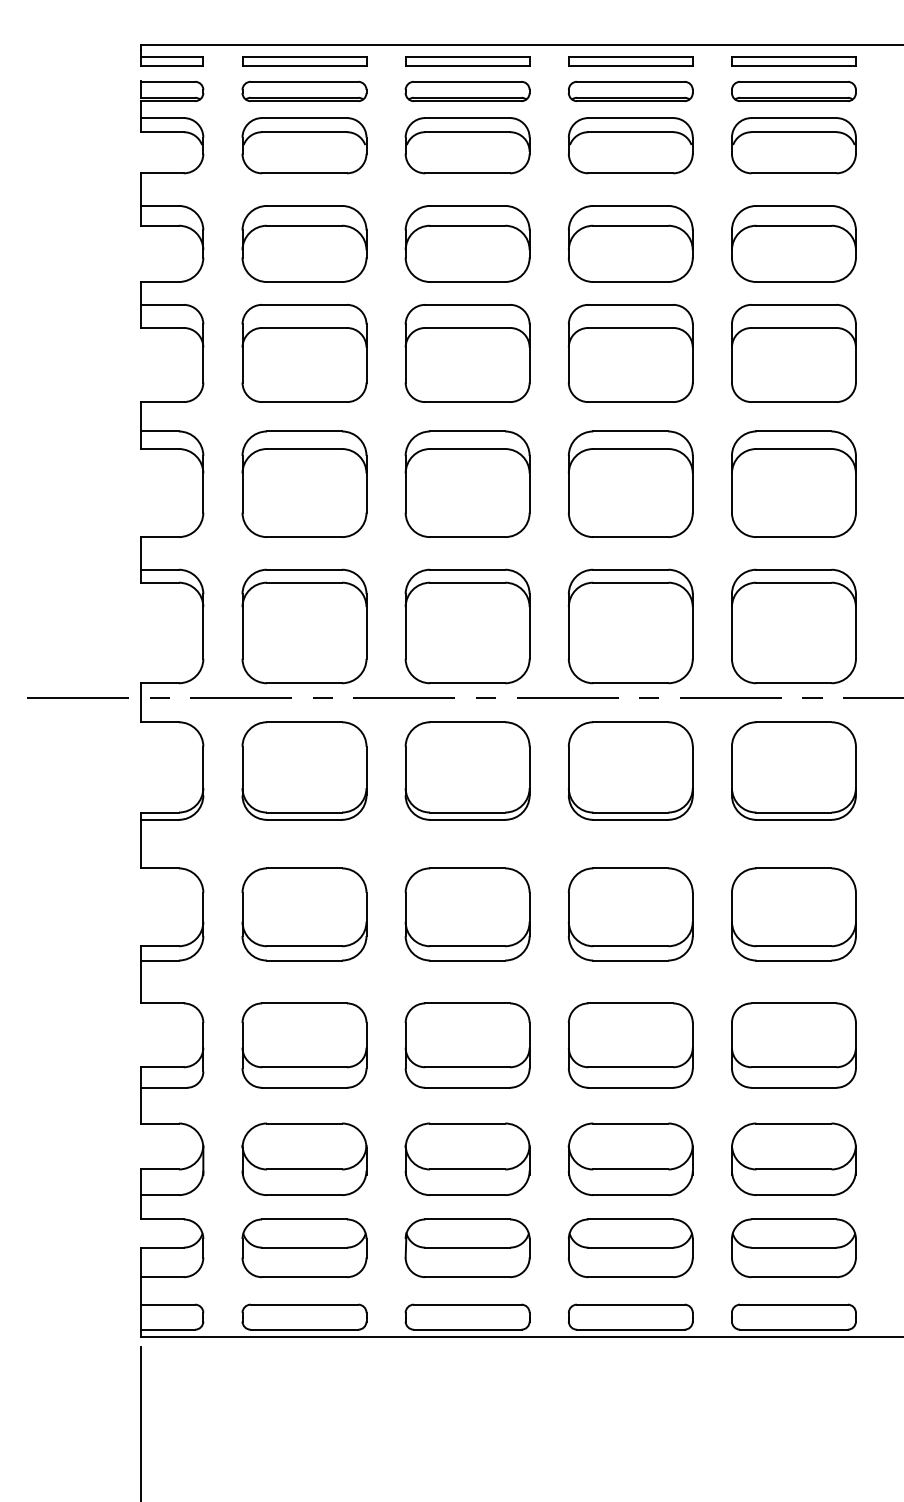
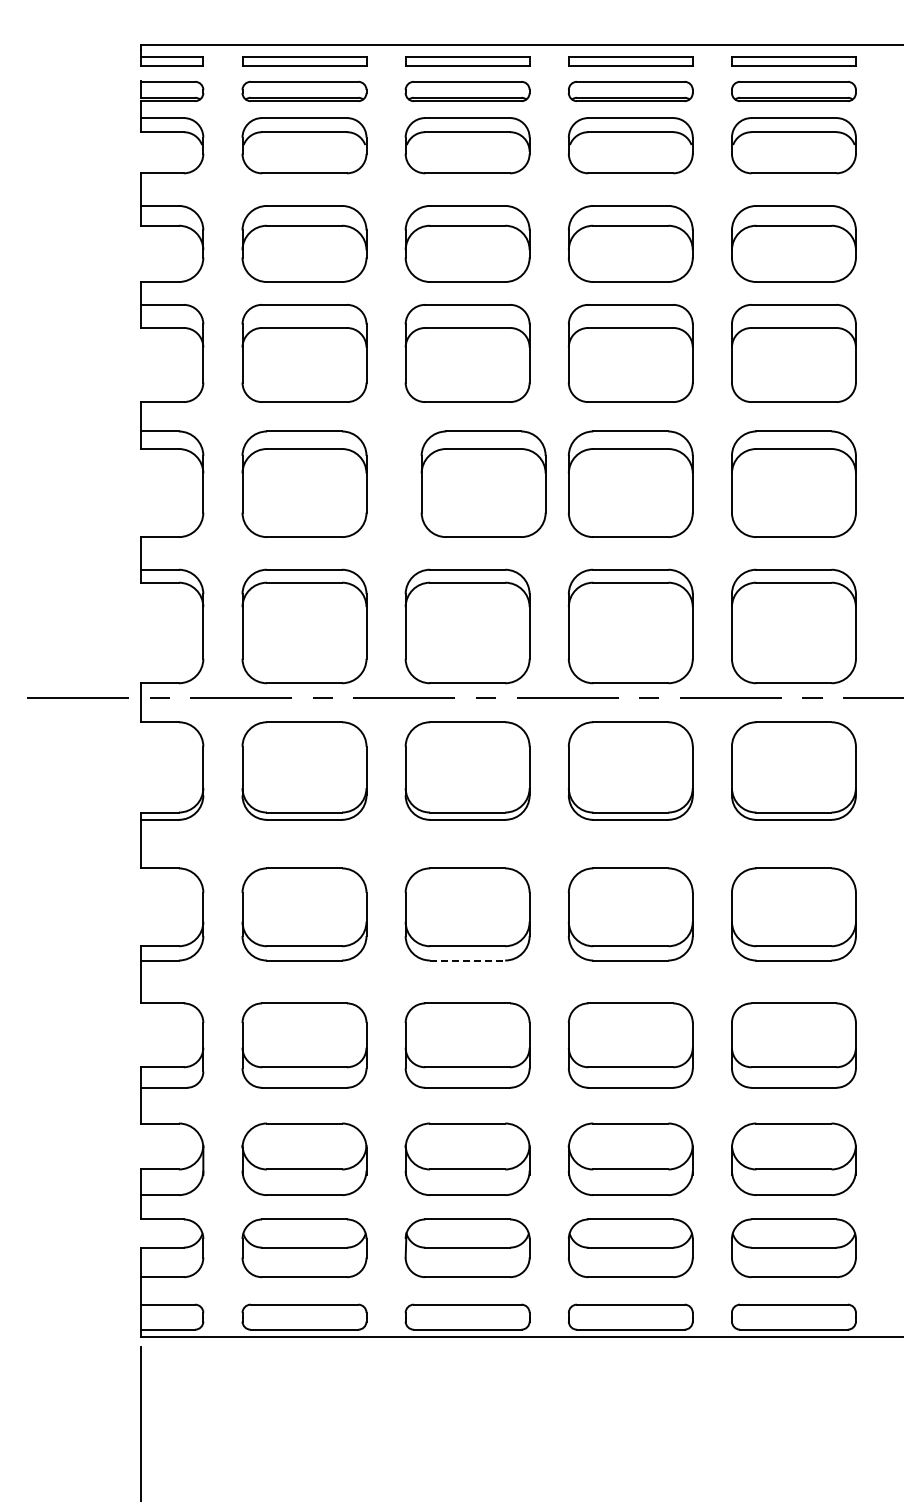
part at (467, 483) position: (467, 483) -> (483, 483)
line at (467, 960): solid -> dashed
